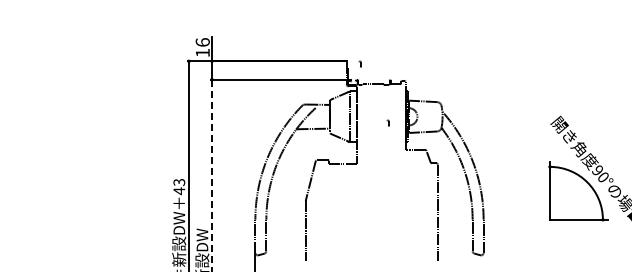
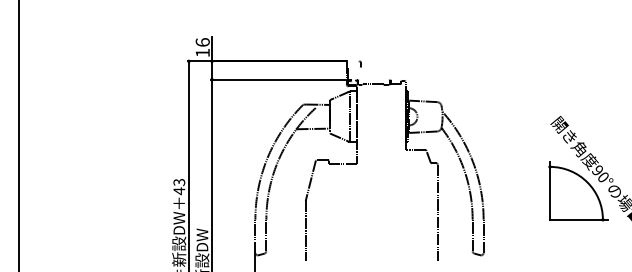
part at (387, 122): present -> none
line at (18, 135): none -> present
line at (212, 175): dashed -> solid
